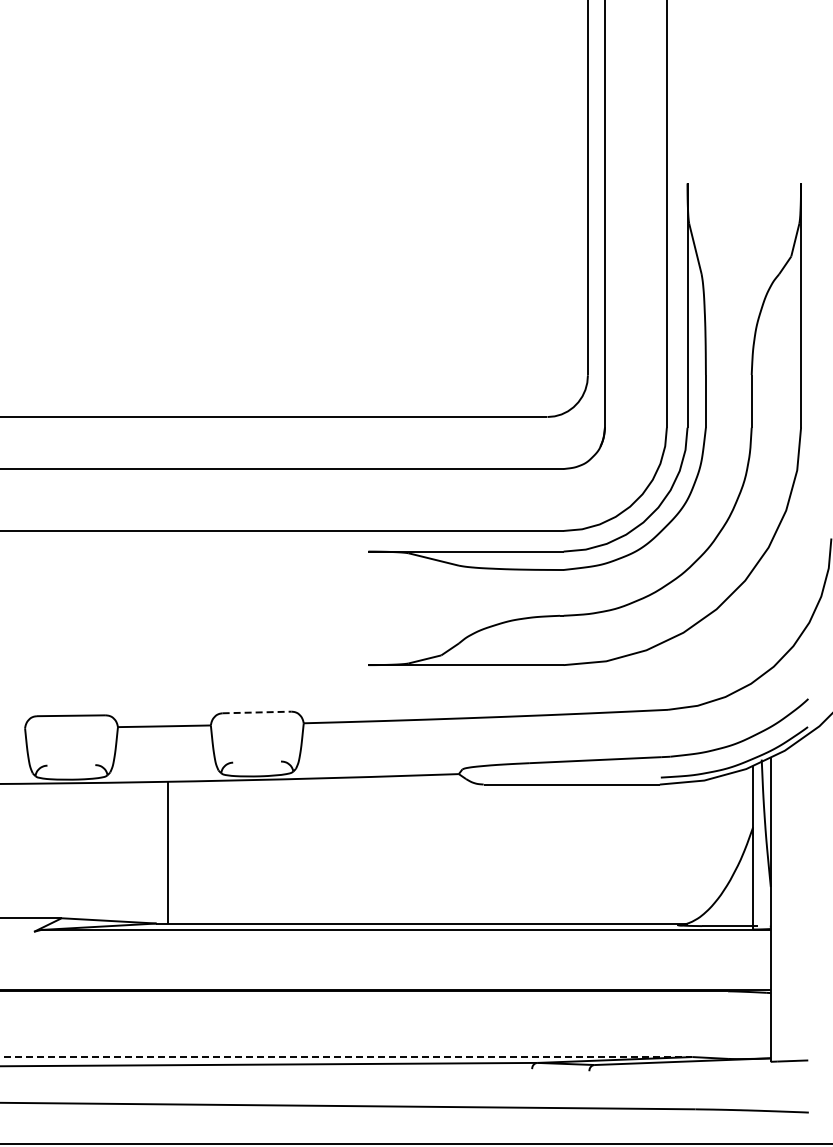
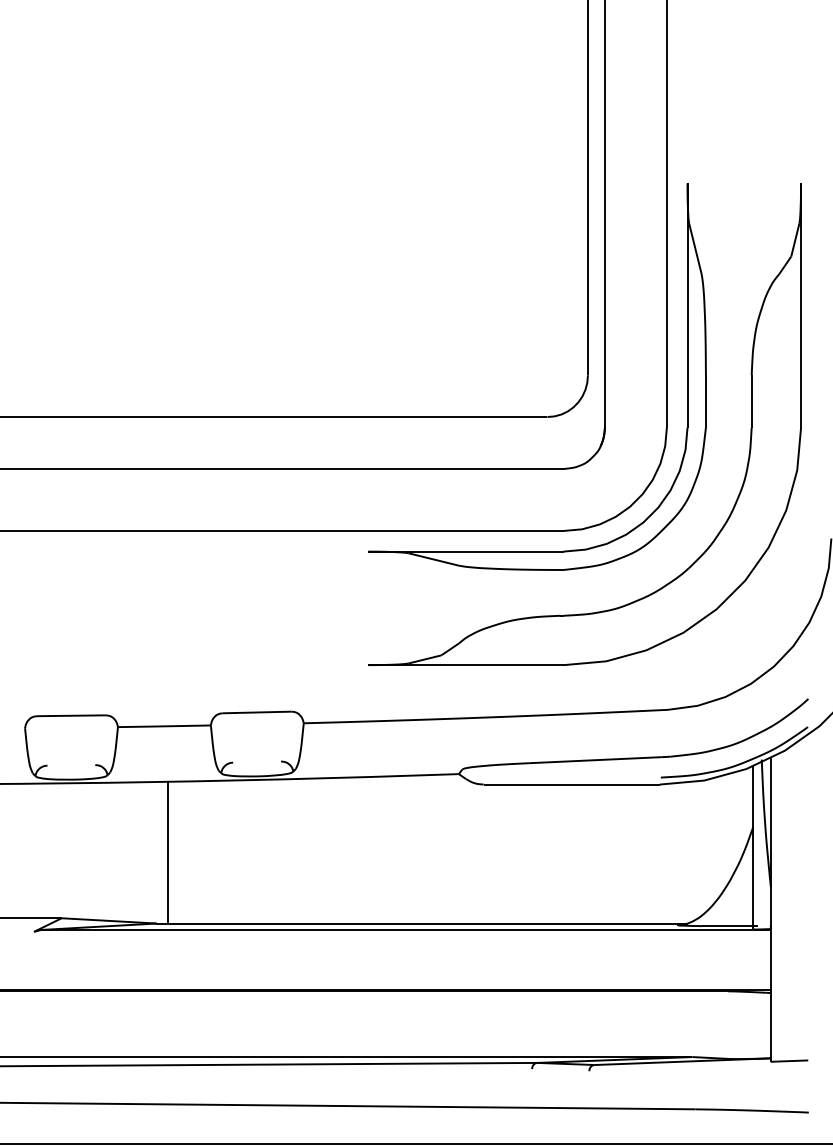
line at (257, 712): dashed -> solid
line at (346, 1057): dashed -> solid
